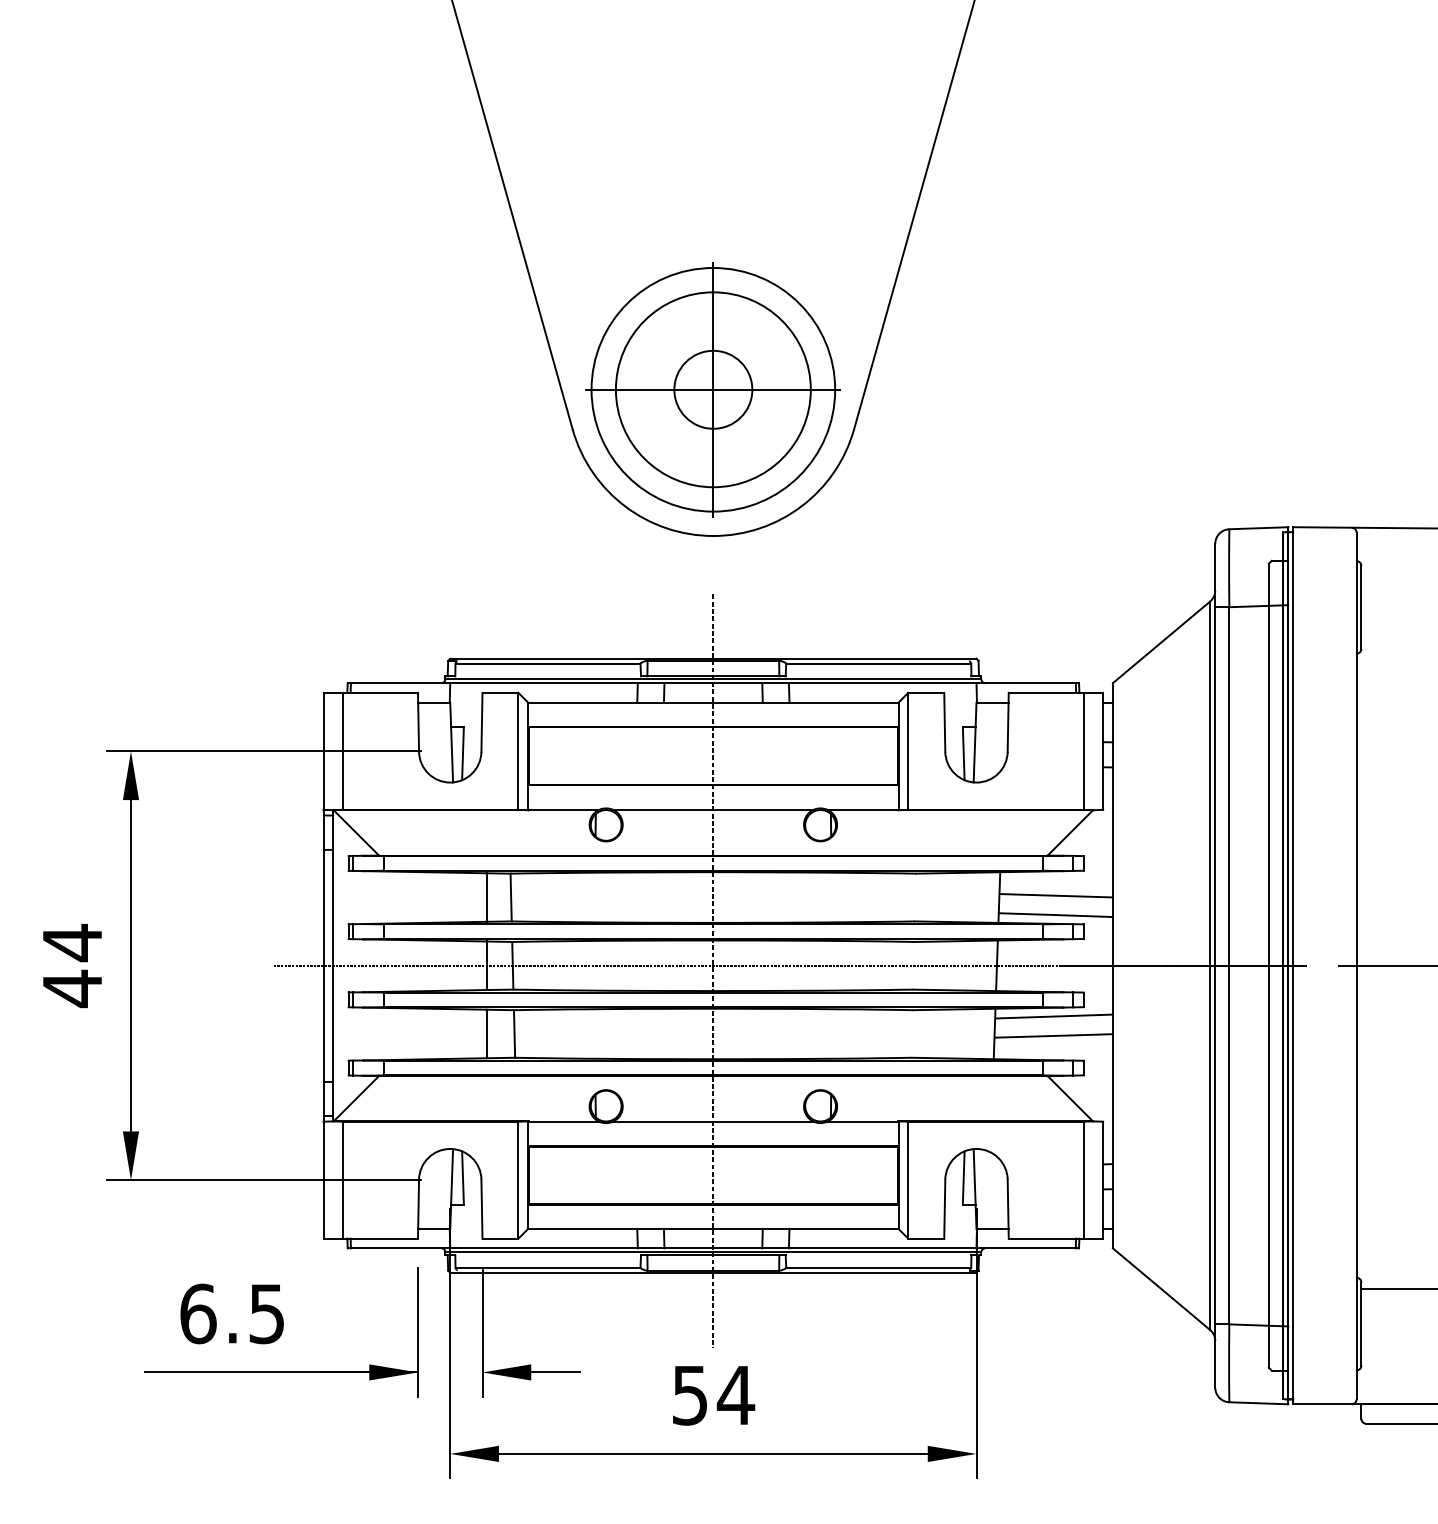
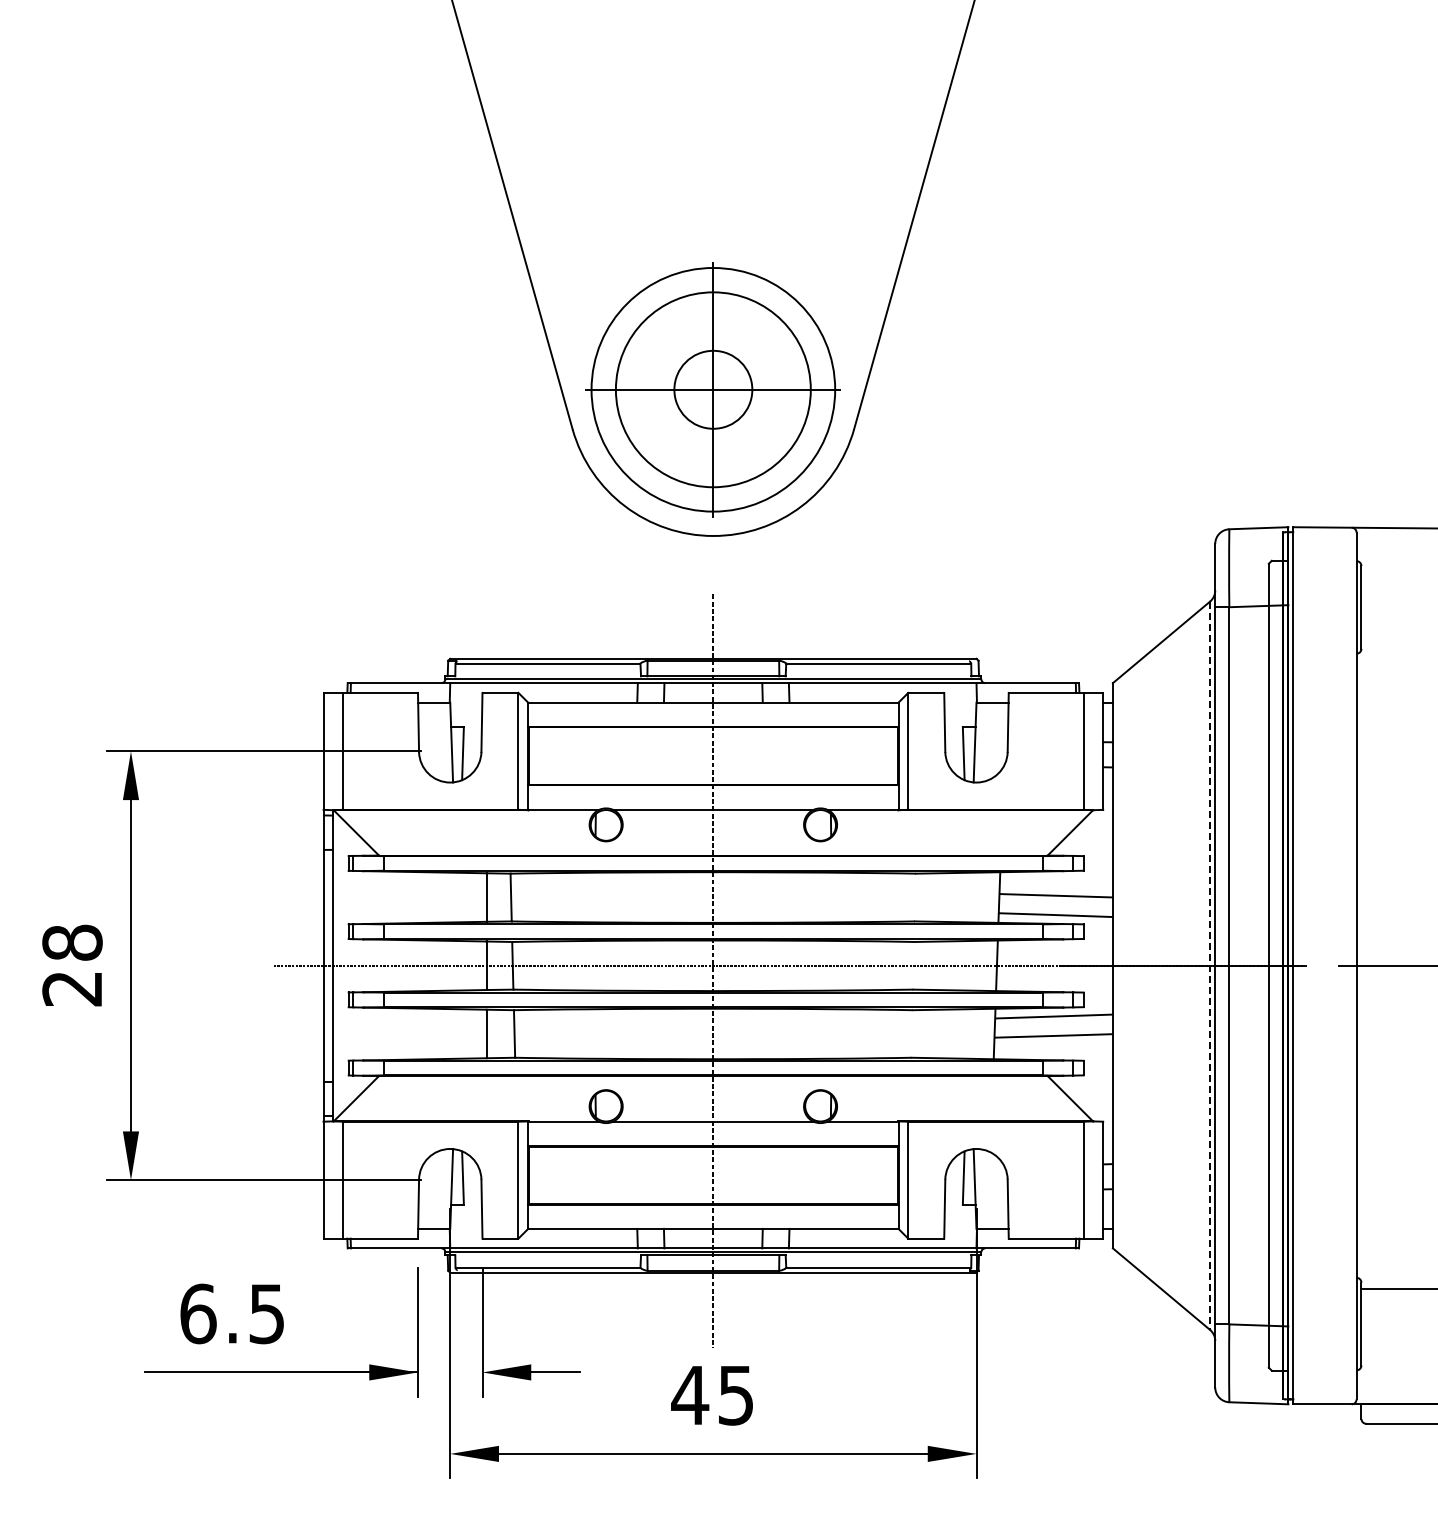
text at (72, 965): 44 -> 28
line at (1210, 966): solid -> dashed
text at (713, 1395): 54 -> 45
